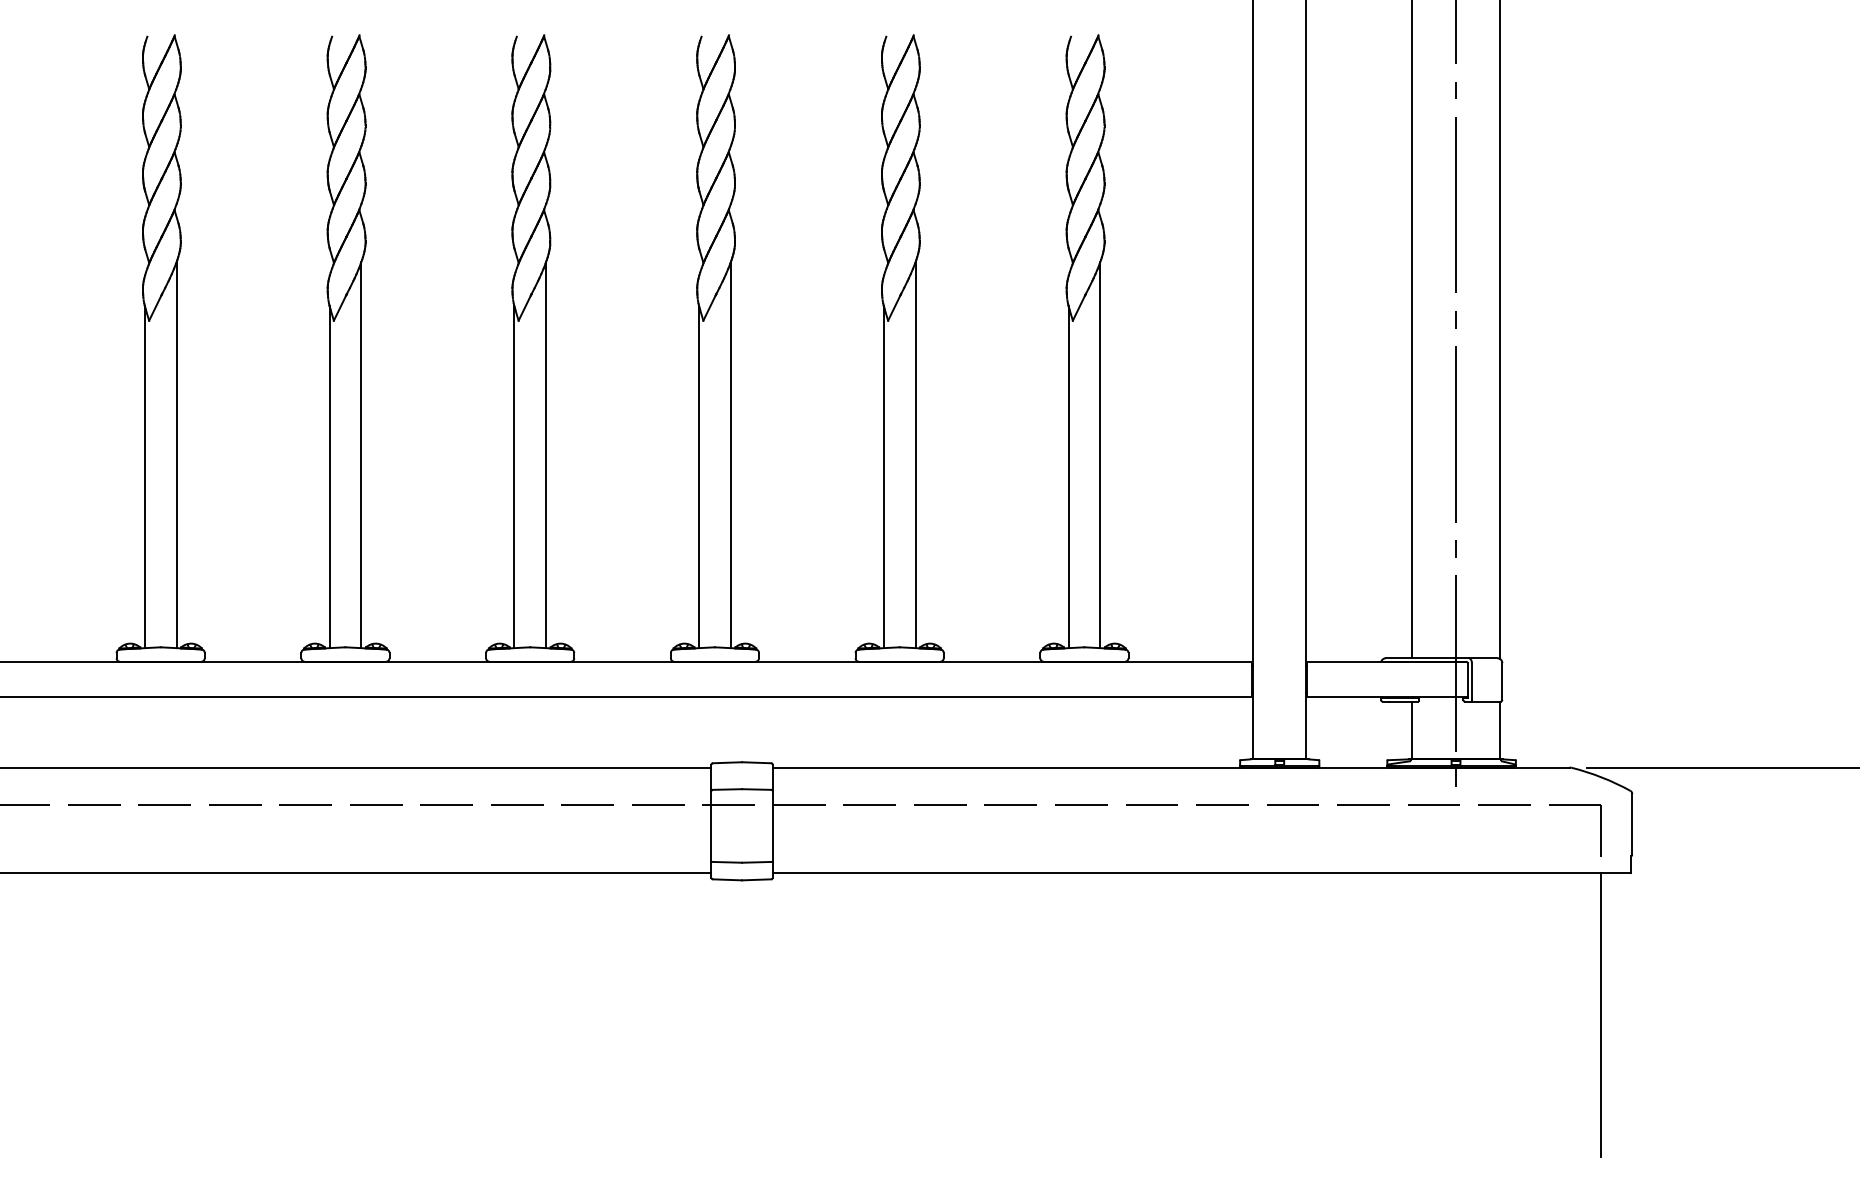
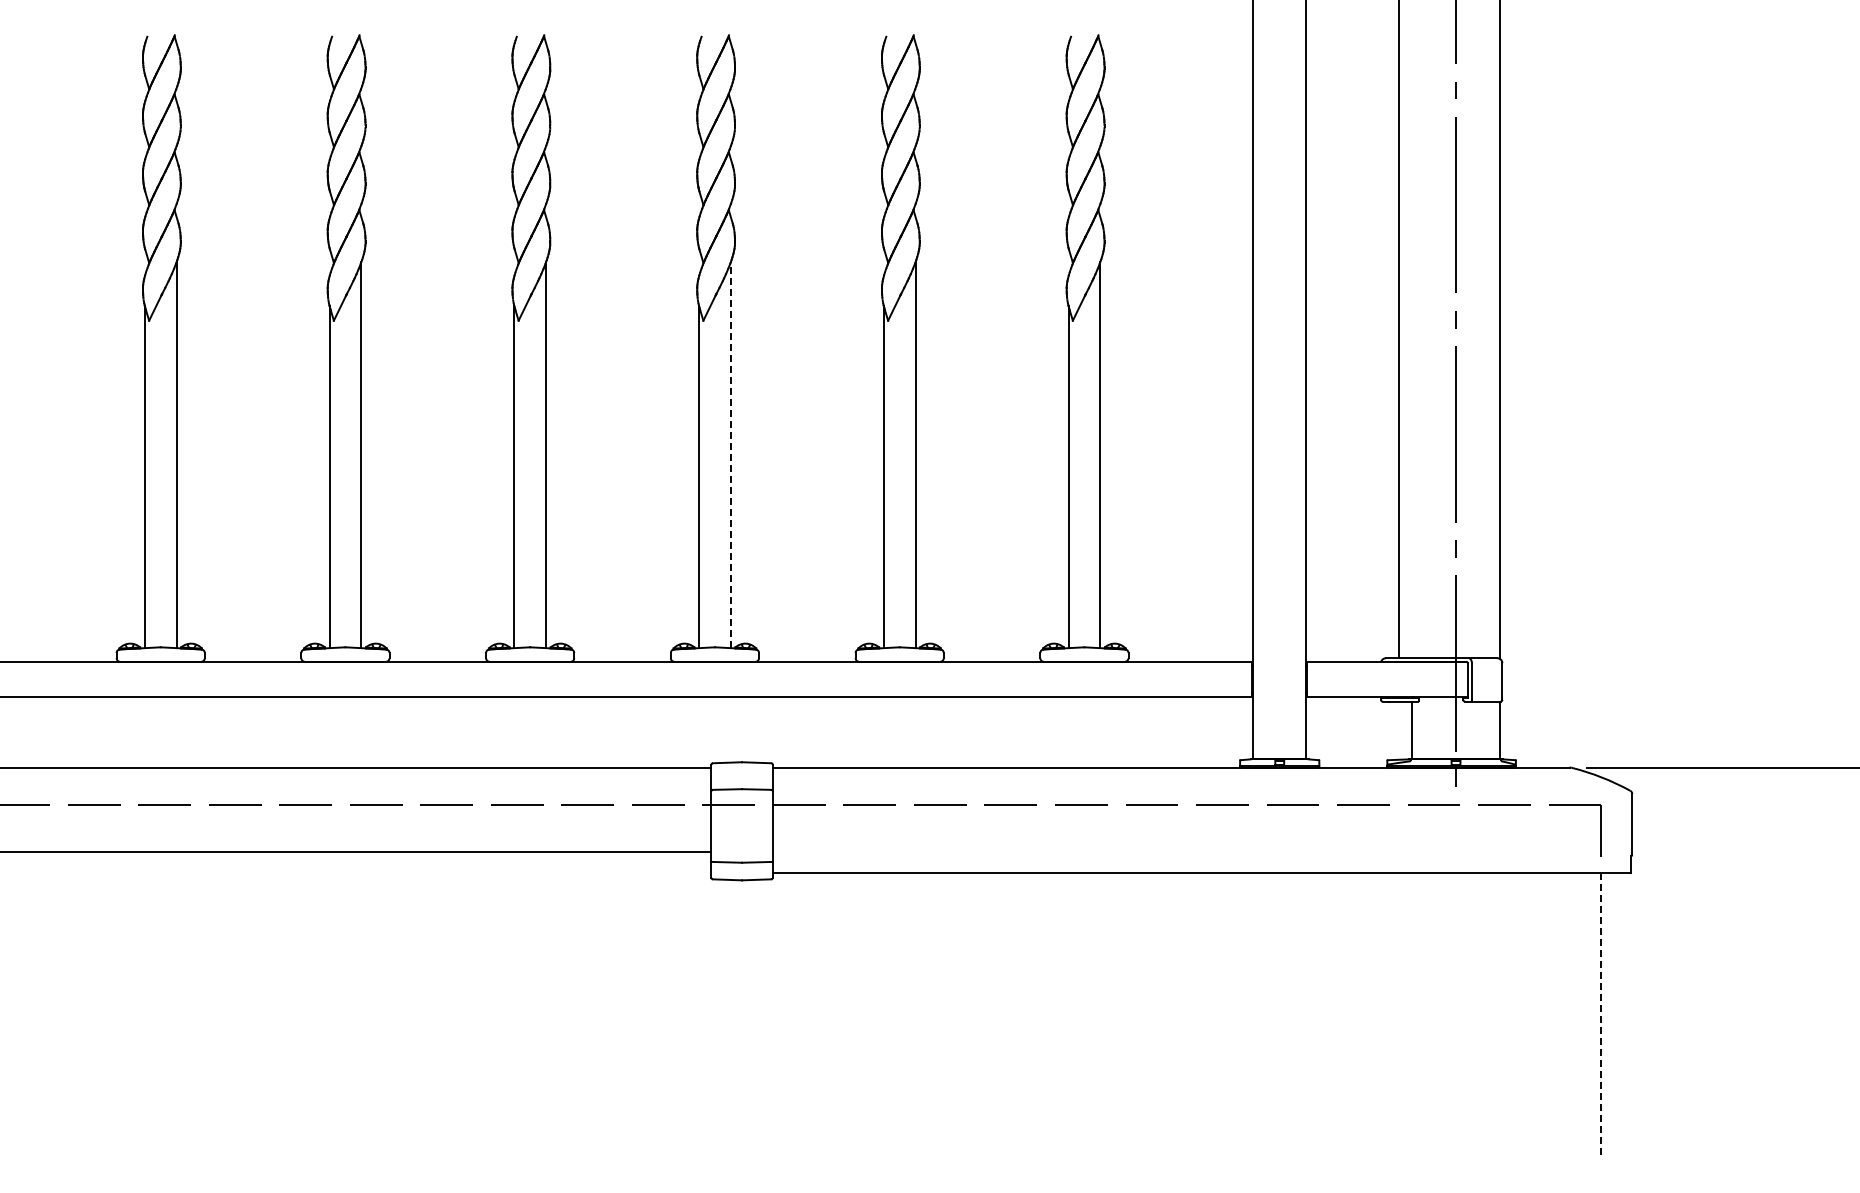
line at (1411, 330) position: (1411, 330) -> (1398, 330)
line at (730, 455): solid -> dashed
line at (356, 873) position: (356, 873) -> (356, 852)
line at (1601, 1015): solid -> dashed
